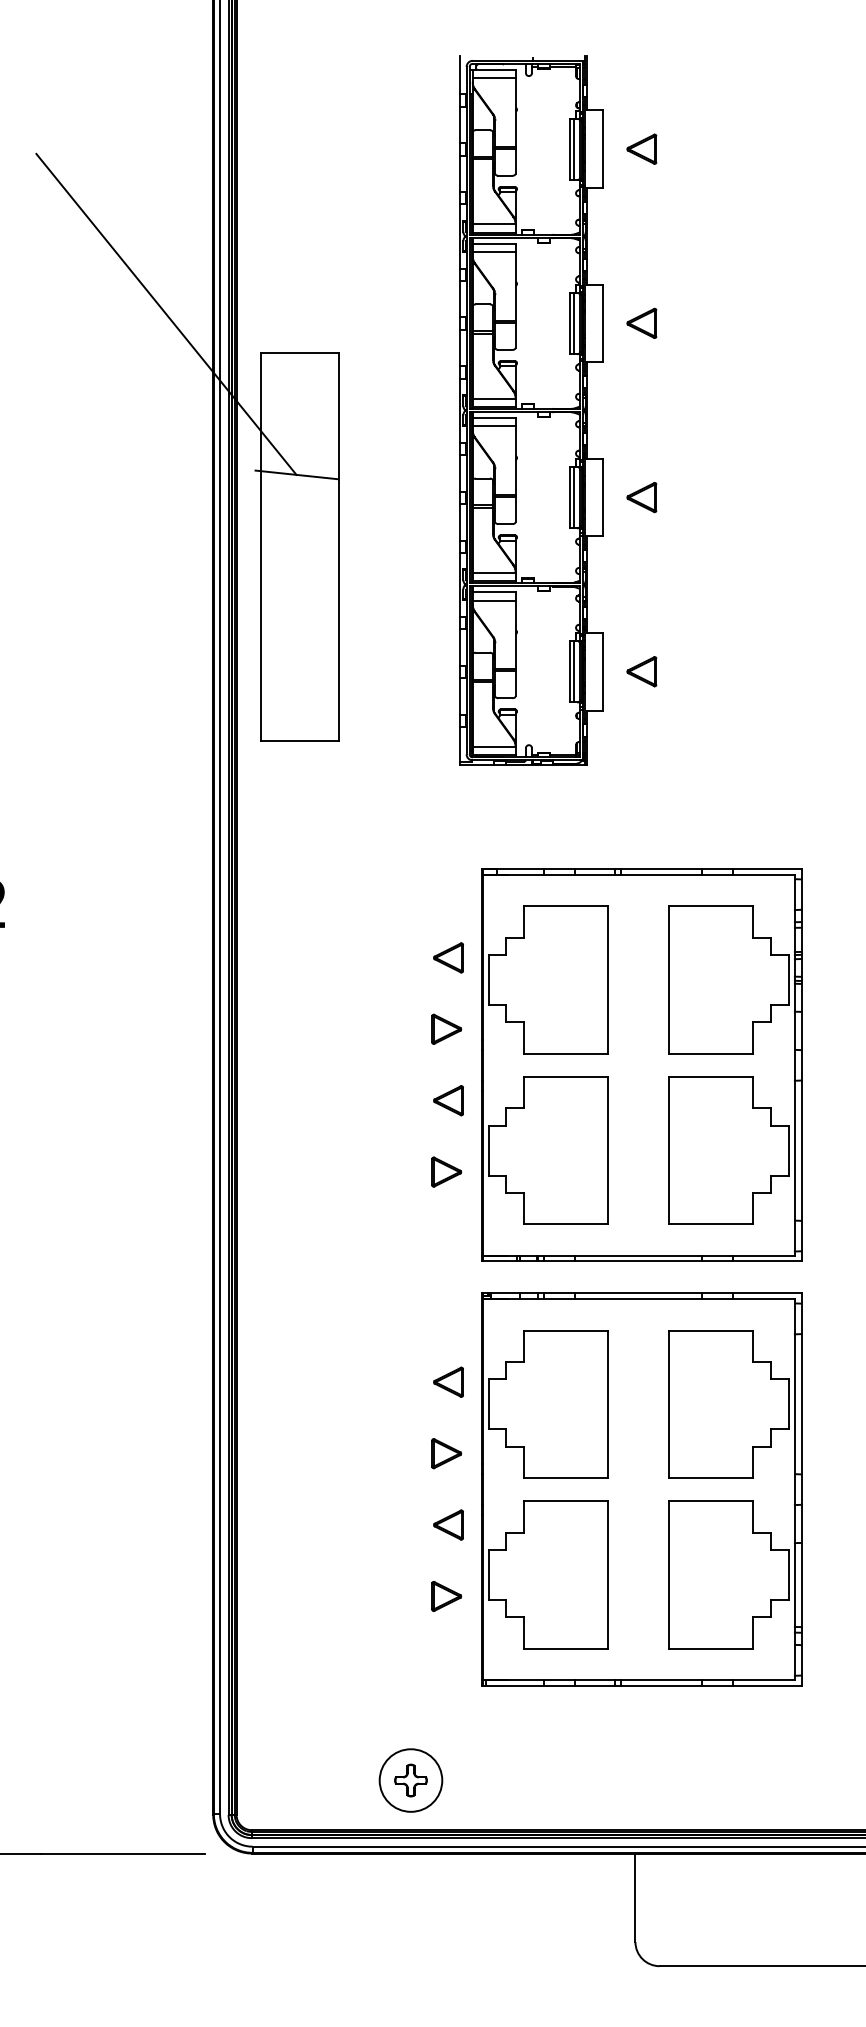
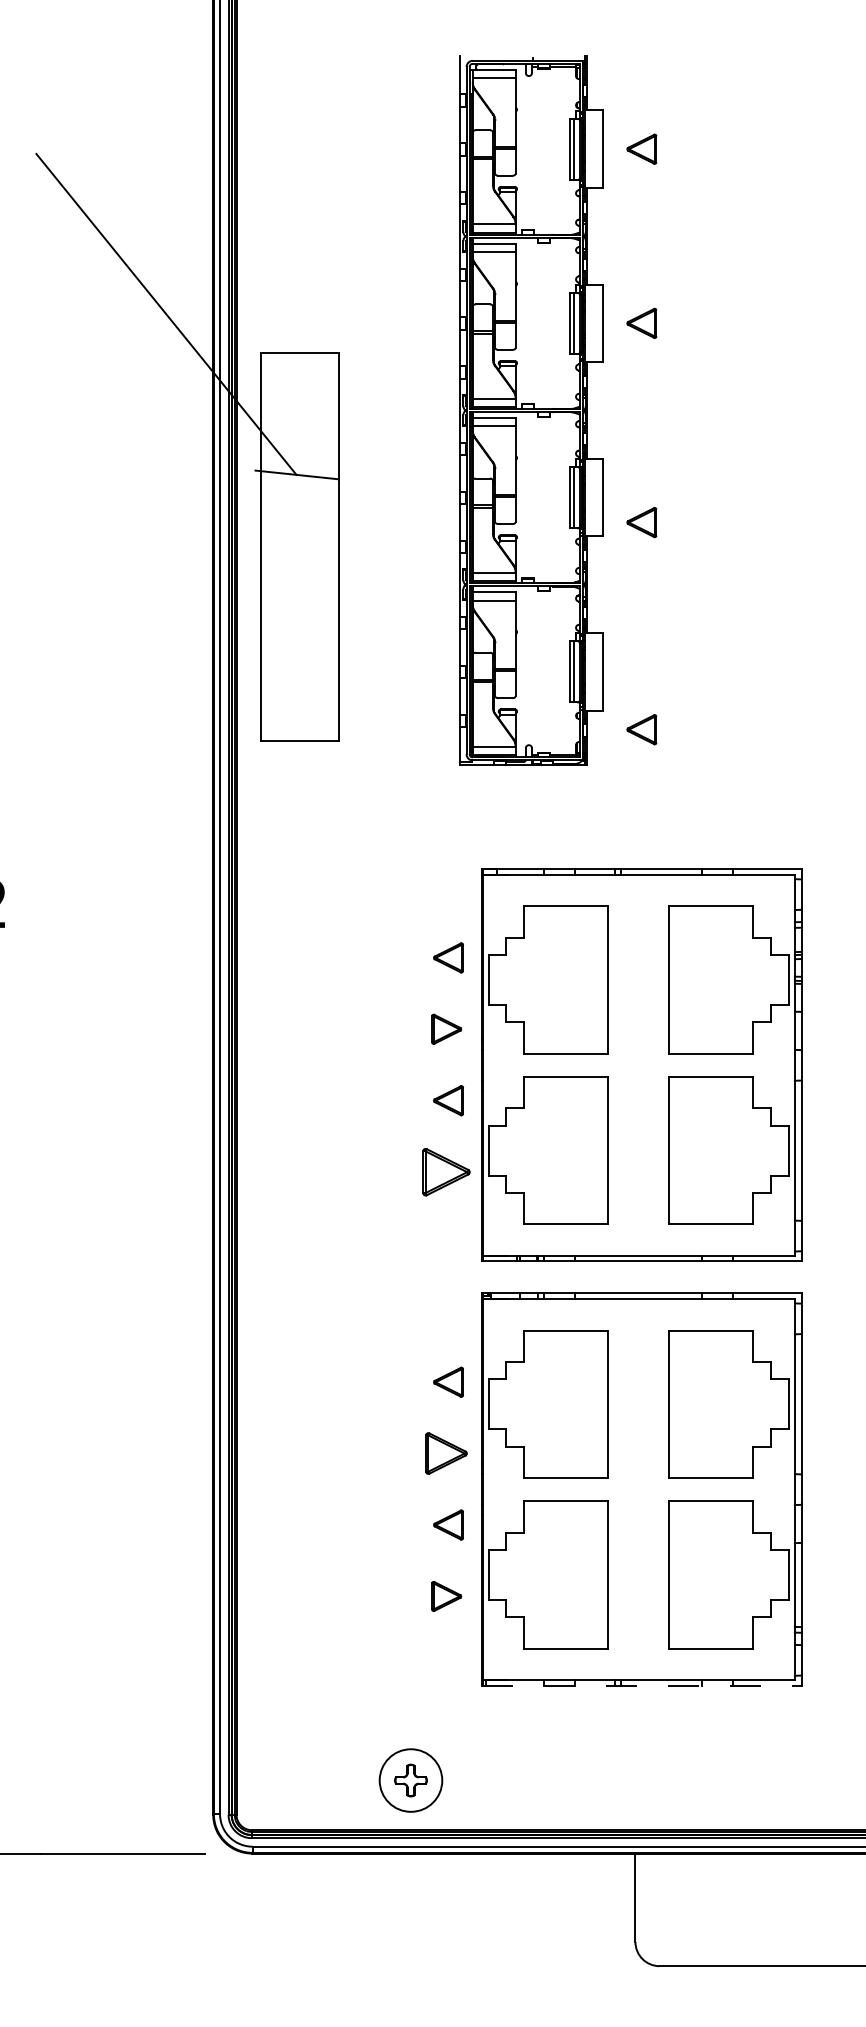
part at (641, 497) position: (641, 497) -> (641, 522)
part at (641, 671) position: (641, 671) -> (641, 729)
part at (446, 1171) size: 32x32 px -> 49x49 px
part at (446, 1453) size: 32x32 px -> 43x43 px
line at (641, 1685): solid -> dashed
